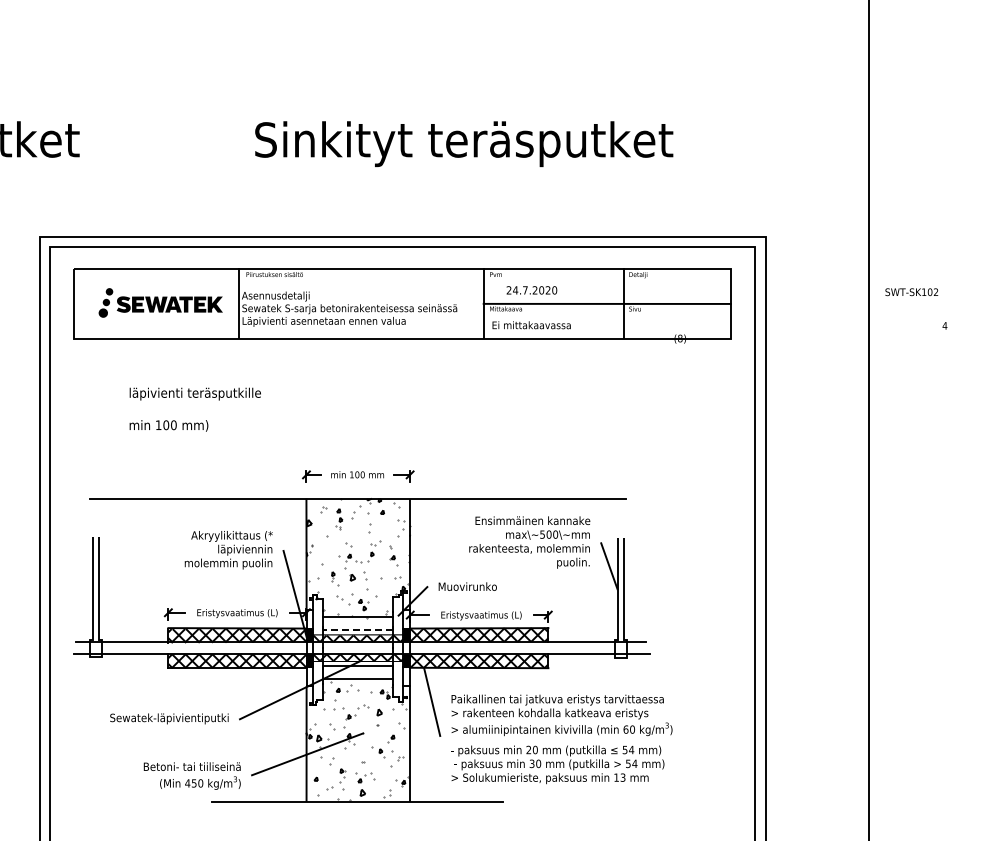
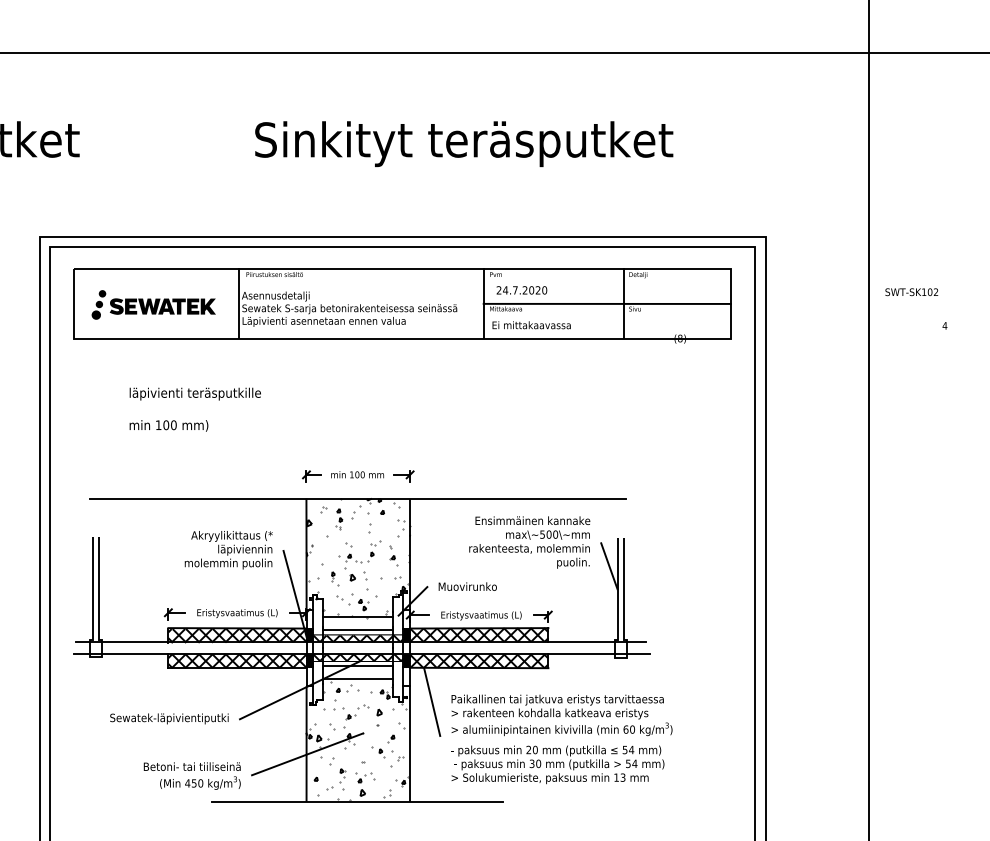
line at (494, 52): none -> present
text at (531, 290) position: (531, 290) -> (521, 290)
part at (160, 302) position: (160, 302) -> (153, 304)
line at (357, 630): dashed -> solid
